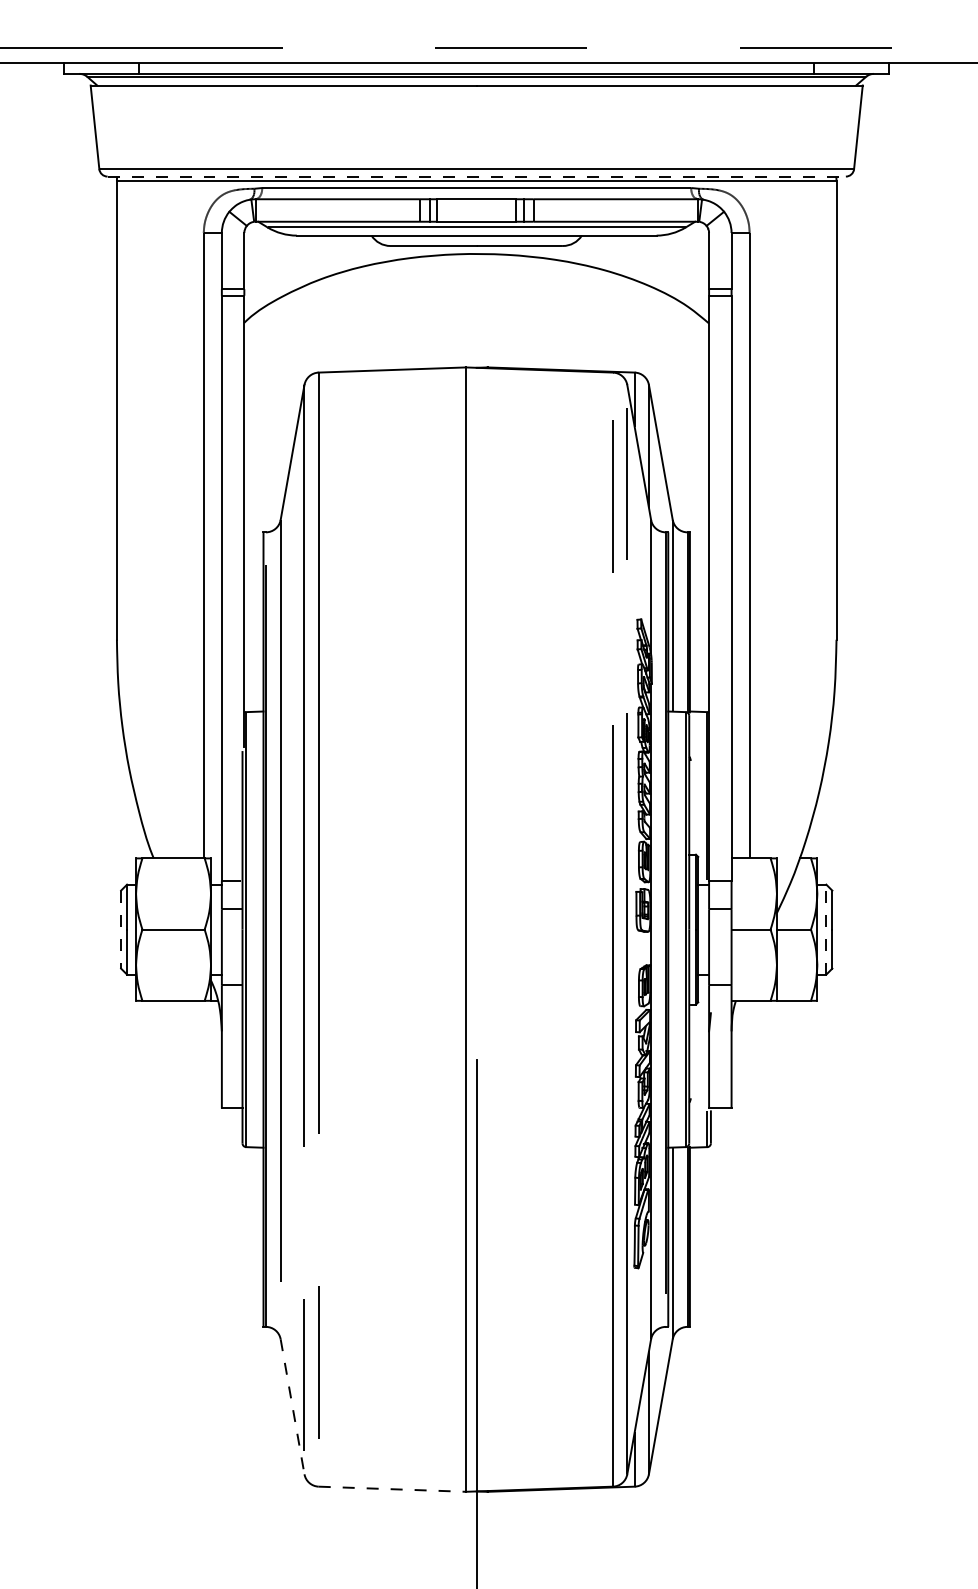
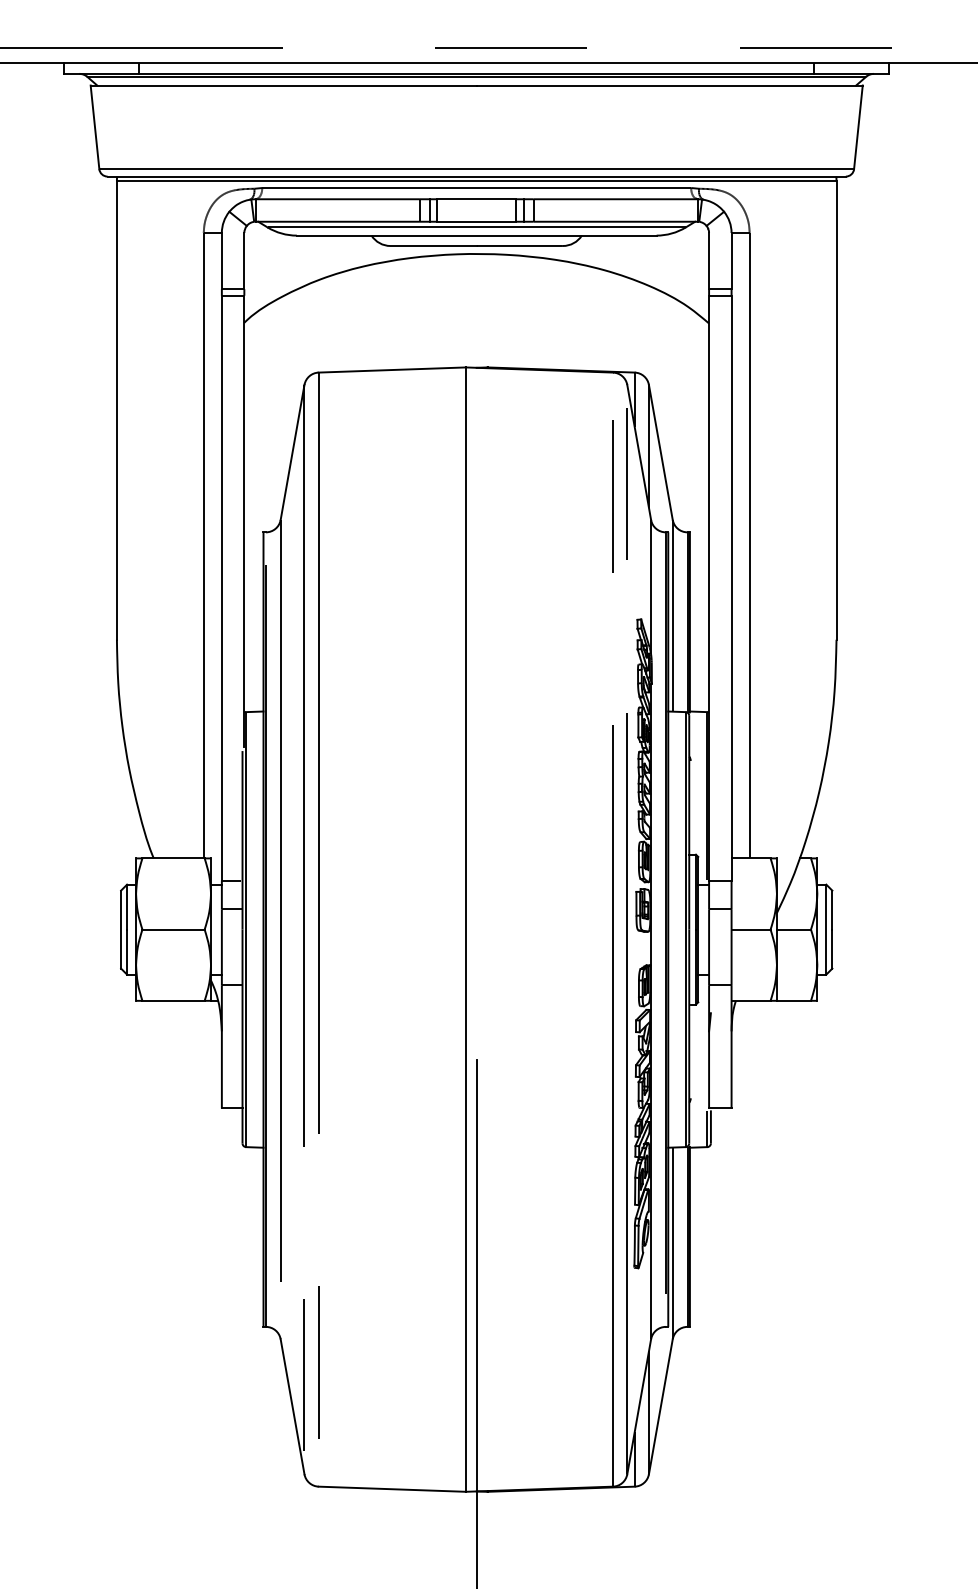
line at (477, 176): dashed -> solid
line at (121, 929): dashed -> solid
line at (826, 929): dashed -> solid
line at (292, 1406): dashed -> solid
line at (392, 1489): dashed -> solid
